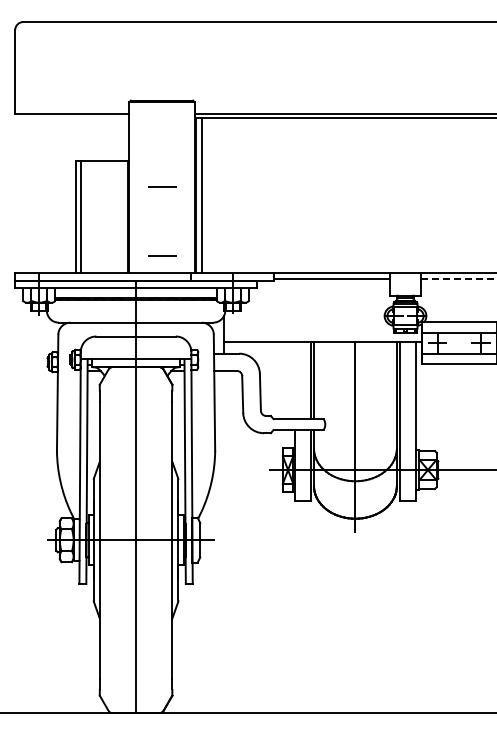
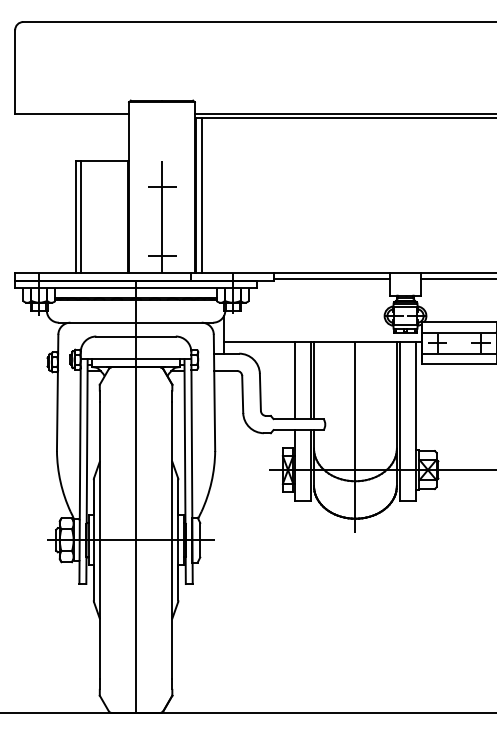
line at (161, 217): none -> present
line at (458, 278): dashed -> solid
line at (294, 380): none -> present
